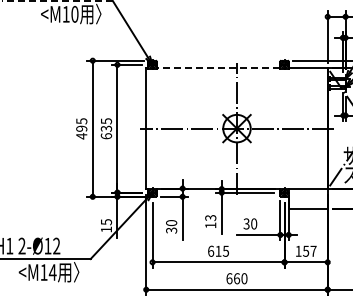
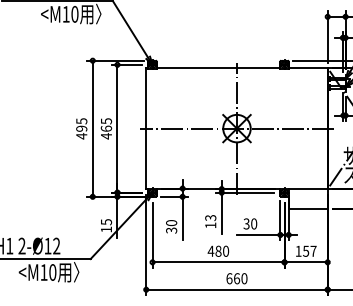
line at (56, 0): dashed -> solid
line at (218, 68): dashed -> solid
text at (106, 132): 635 -> 465
text at (218, 250): 615 -> 480
text at (52, 272): <M14 -> <M10
